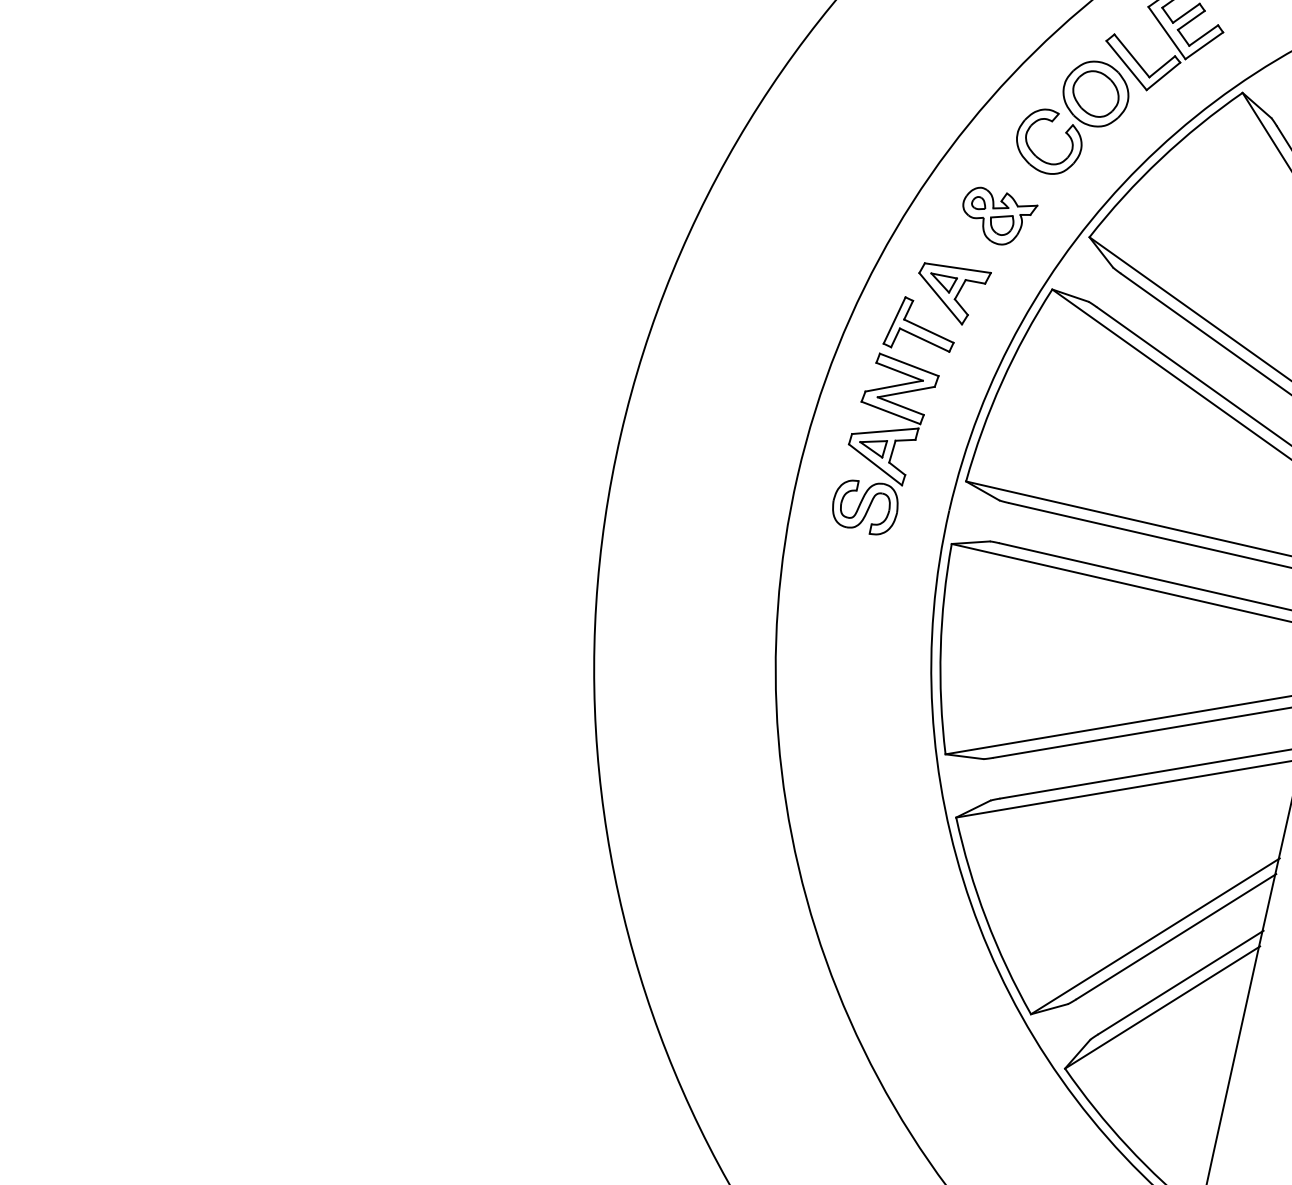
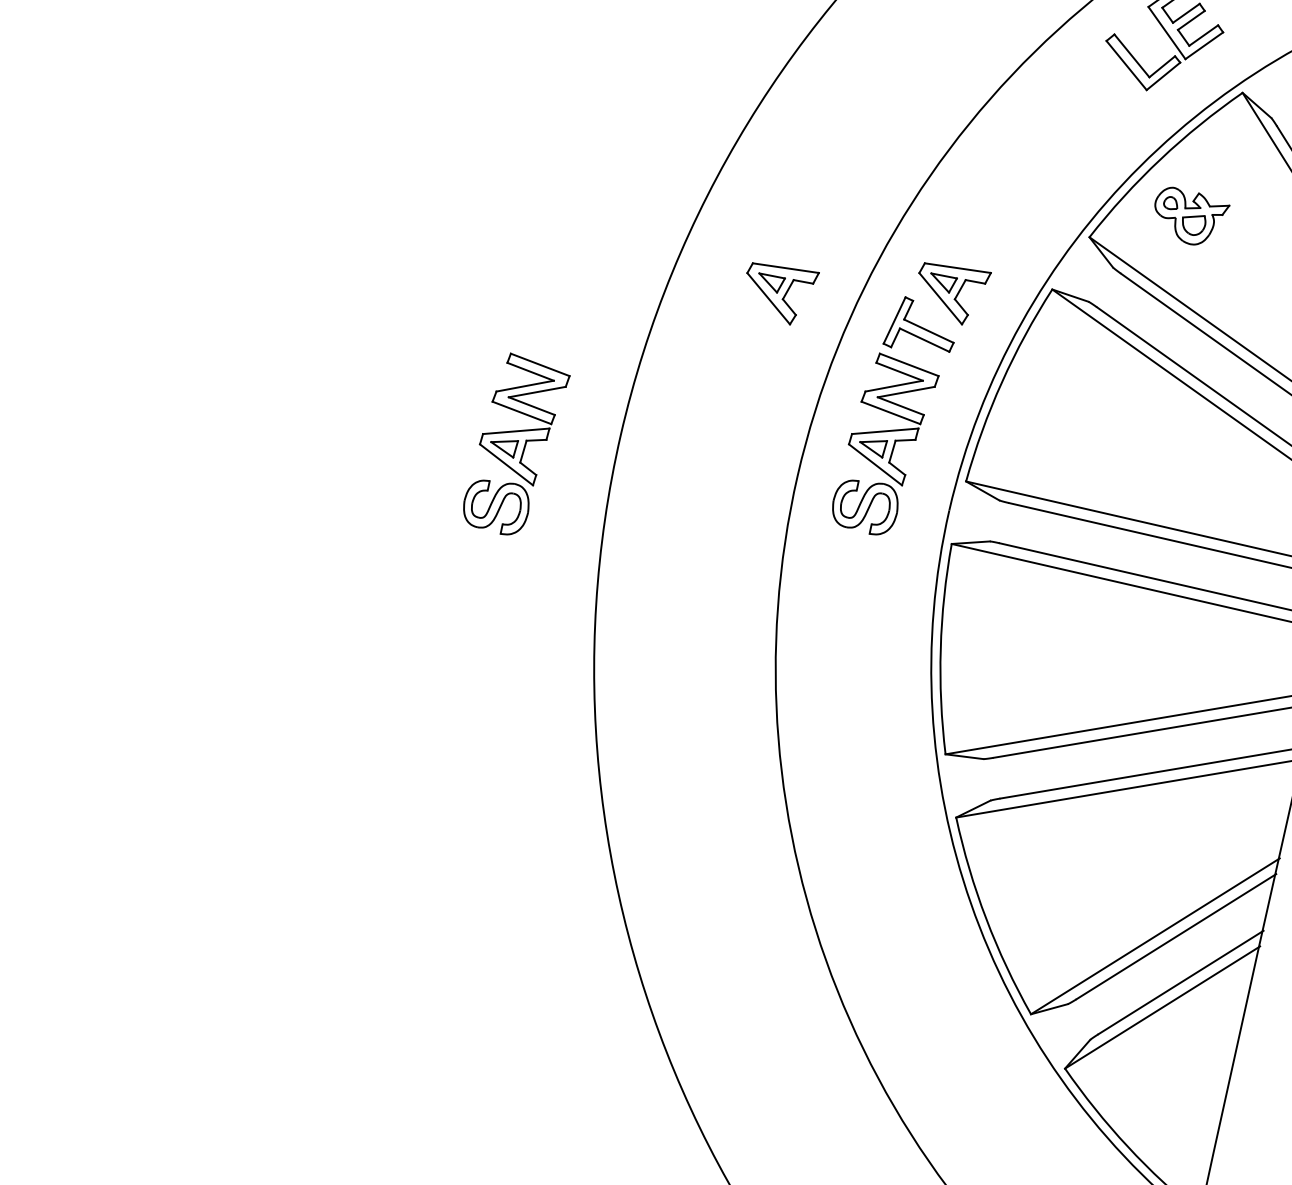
part at (1072, 117): present -> none
part at (1000, 215) position: (1000, 215) -> (1192, 215)
part at (782, 293): none -> present
part at (516, 443): none -> present
